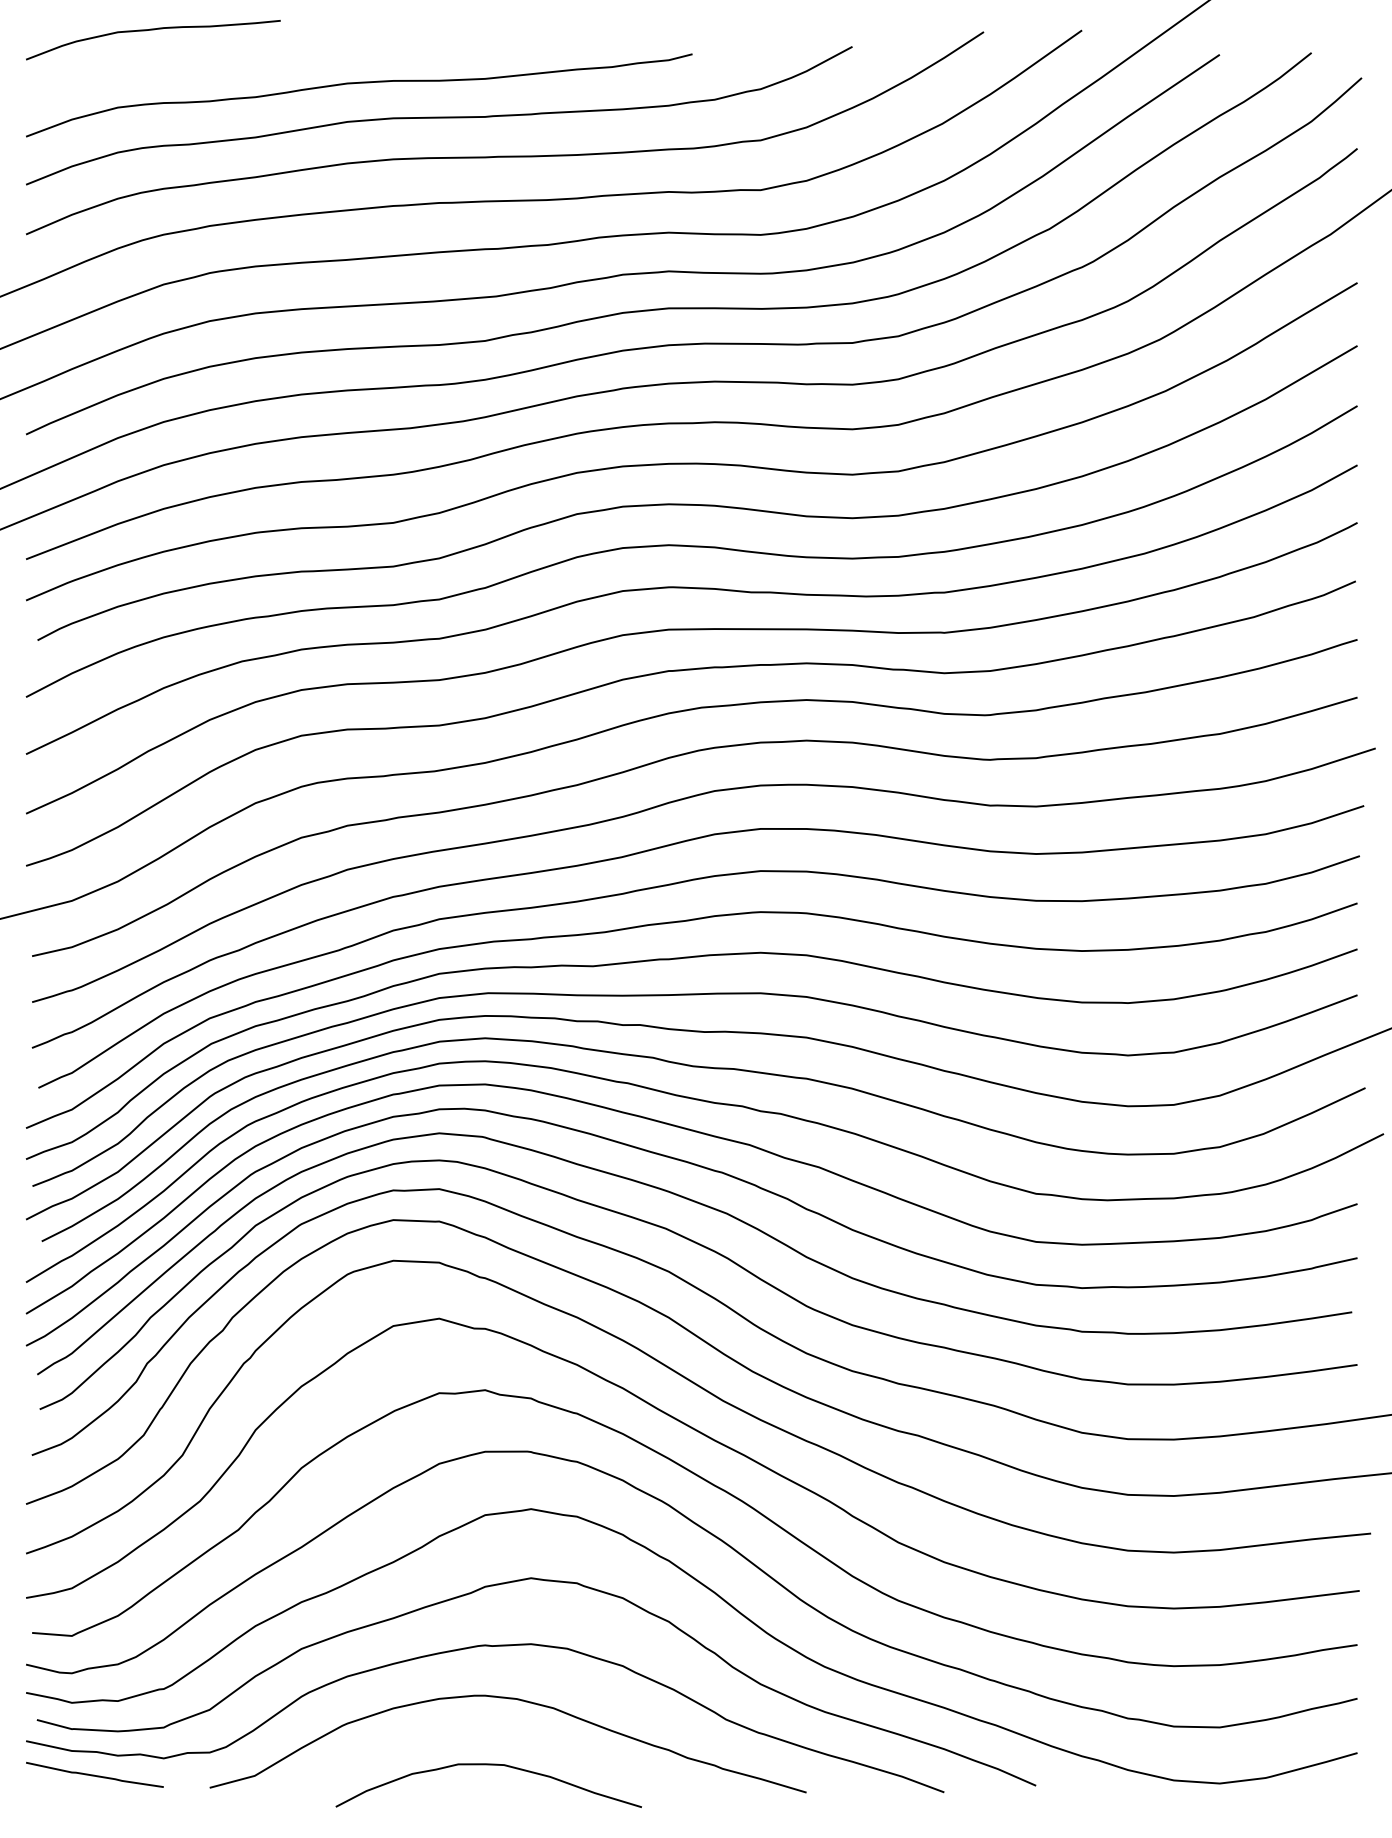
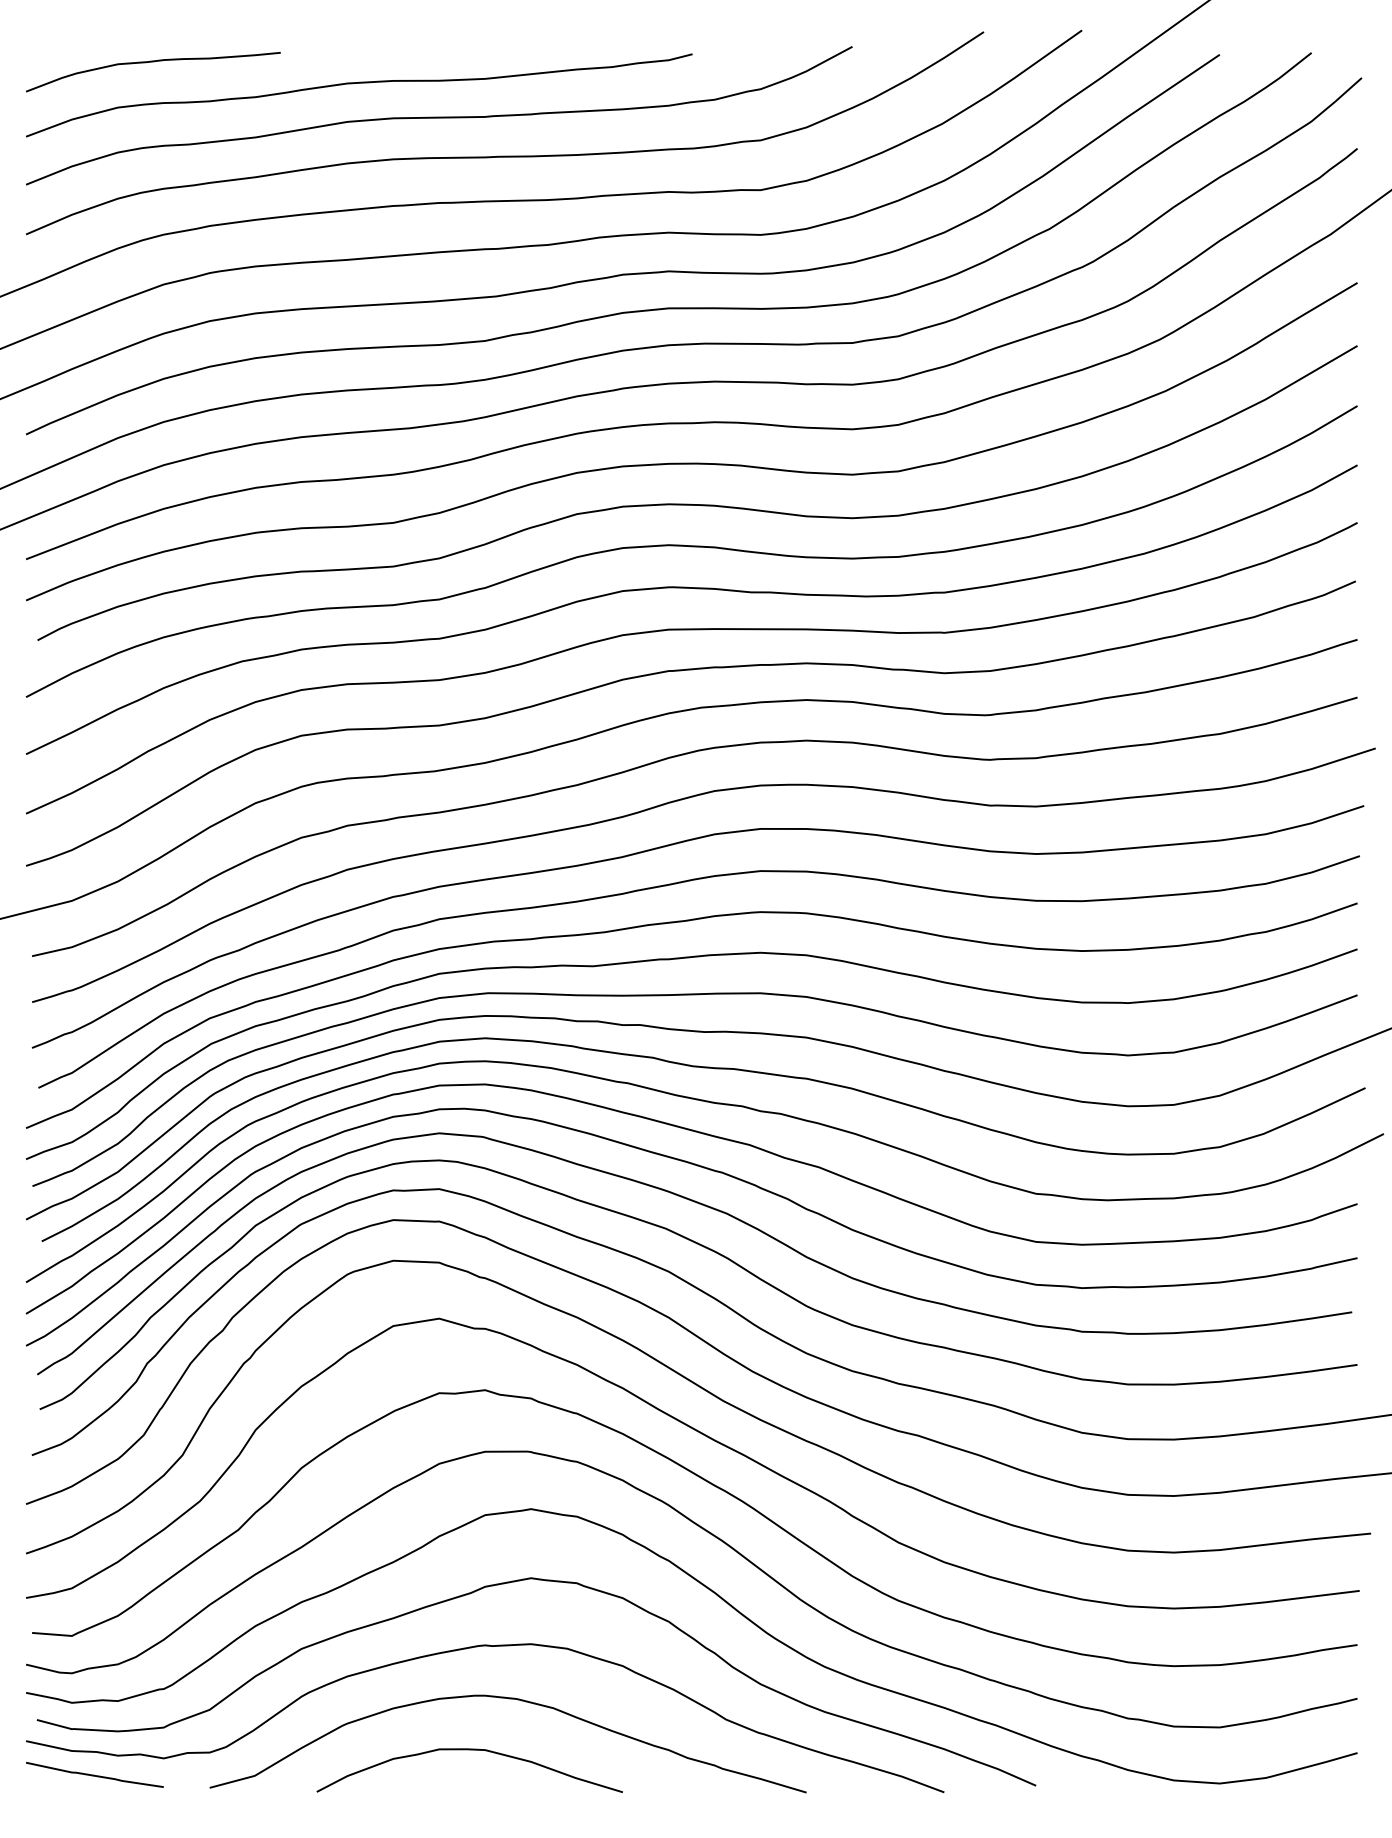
curve at (153, 30) position: (153, 30) -> (153, 62)
curve at (488, 1765) position: (488, 1765) -> (469, 1750)
